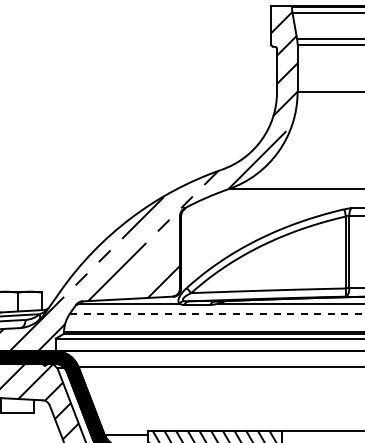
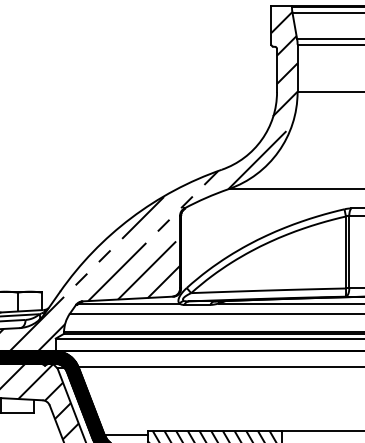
line at (149, 268): none -> present
line at (217, 313): dashed -> solid
